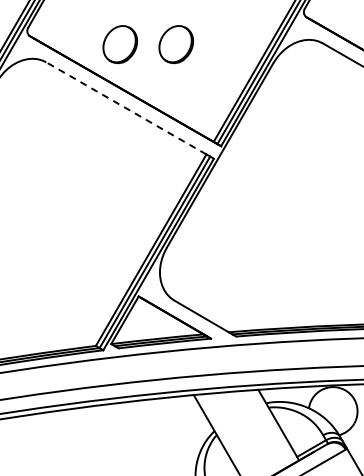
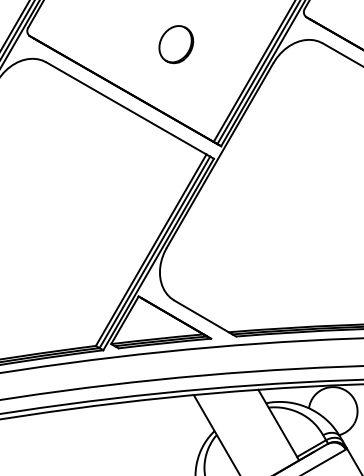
part at (120, 44): present -> none
line at (125, 108): dashed -> solid
